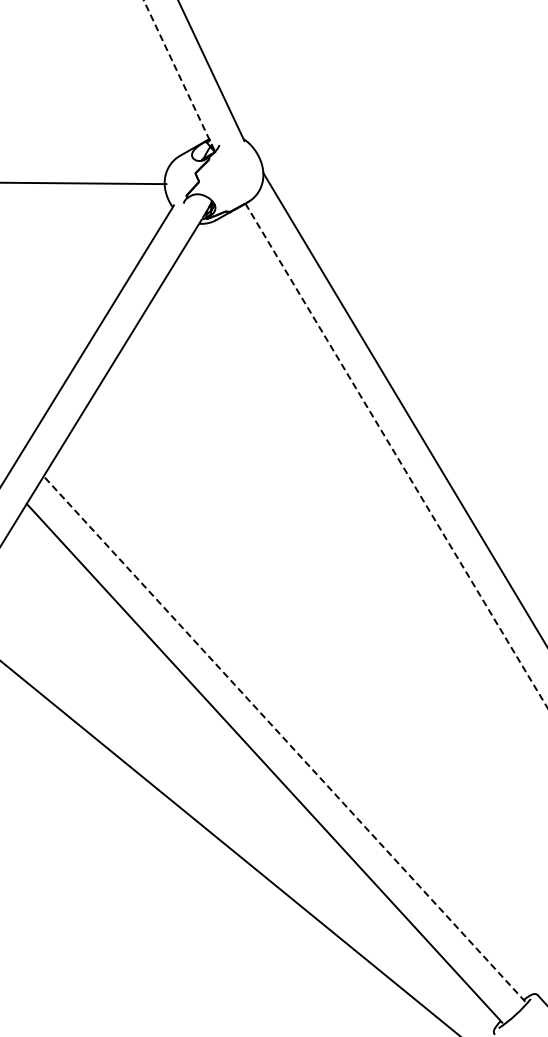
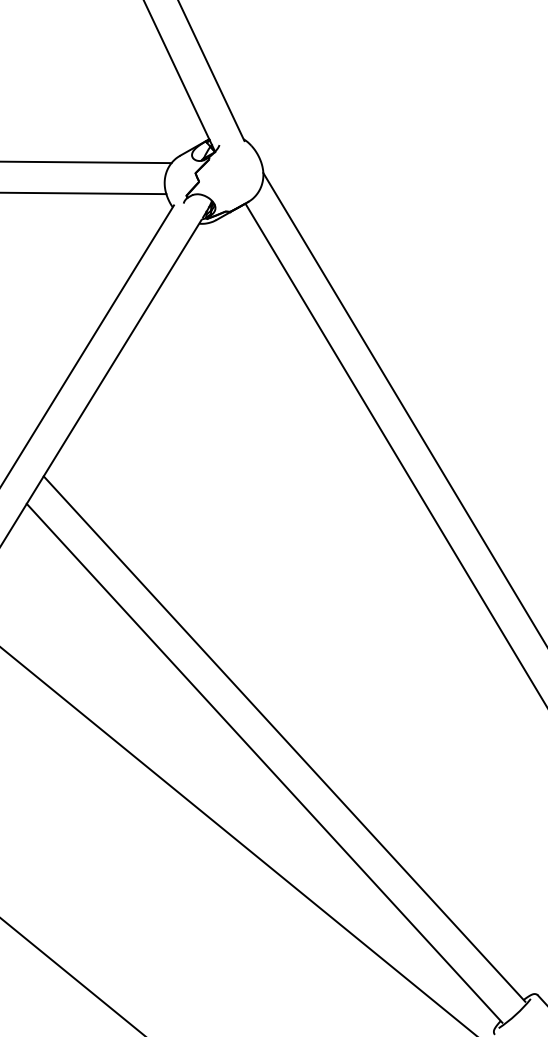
line at (179, 76): dashed -> solid
line at (86, 162): none -> present
line at (84, 183) position: (84, 183) -> (84, 193)
line at (396, 456): dashed -> solid
line at (284, 738): dashed -> solid
line at (229, 847) position: (229, 847) -> (237, 840)
line at (72, 976): none -> present
